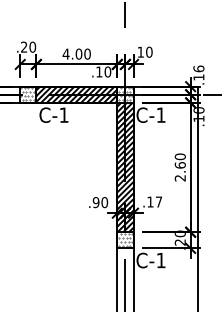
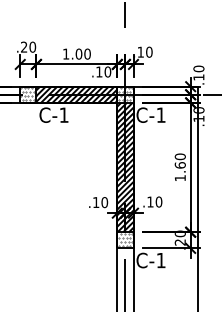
text at (65, 53): 4.00 -> 1.00
text at (198, 68): .16 -> .10
text at (179, 178): 2.60 -> 1.60
text at (158, 201): .17 -> .10
text at (95, 202): .90 -> .10
